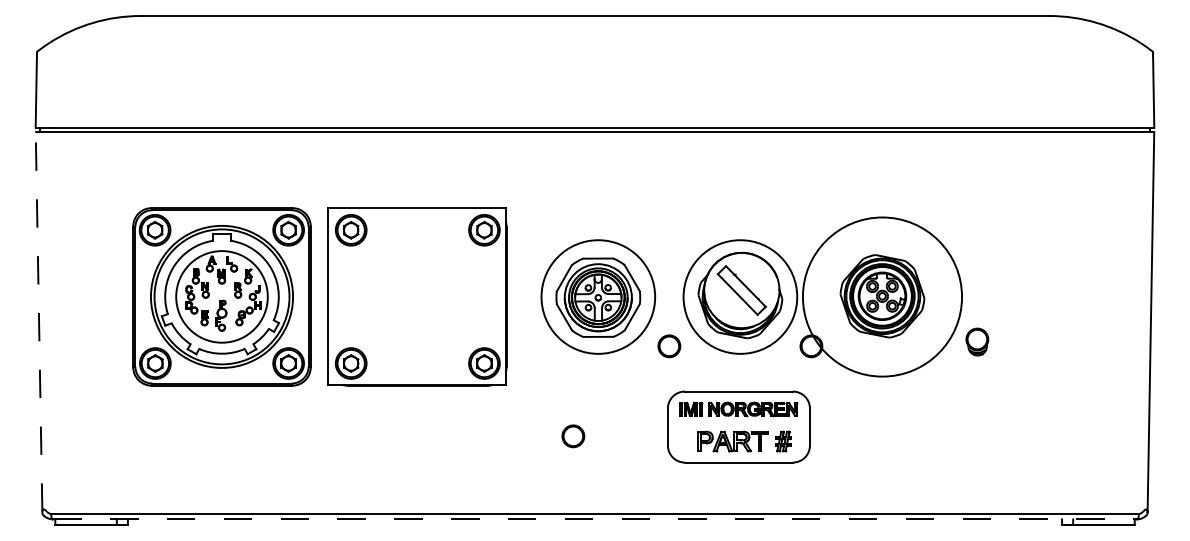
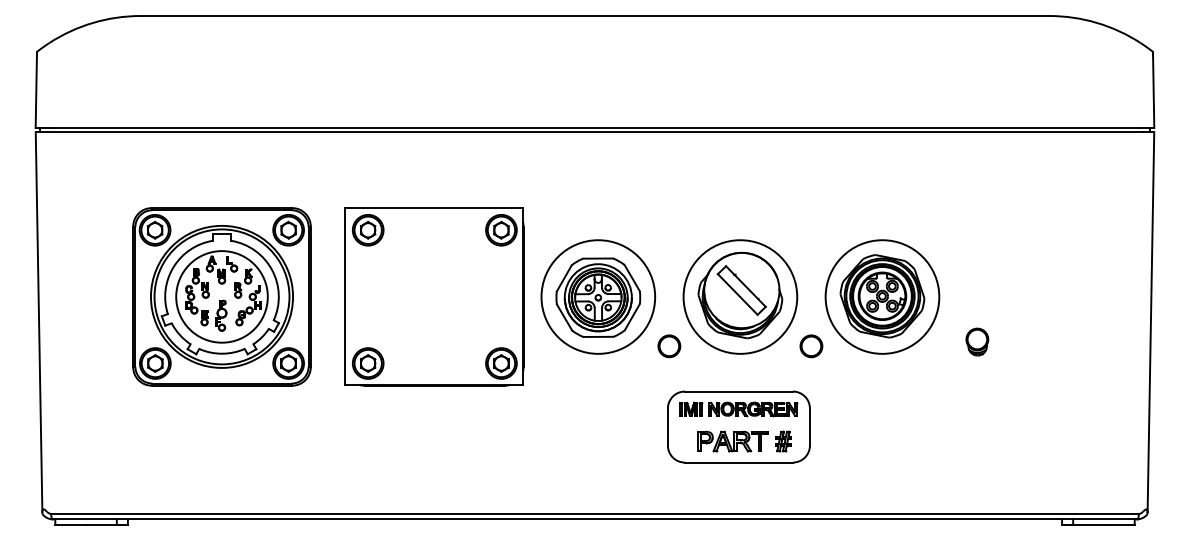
part at (417, 296) position: (417, 296) -> (434, 296)
circle at (882, 296) diameter: 159 px -> 114 px
line at (39, 322): dashed -> solid
part at (573, 436): present -> none
line at (594, 519): dashed -> solid
